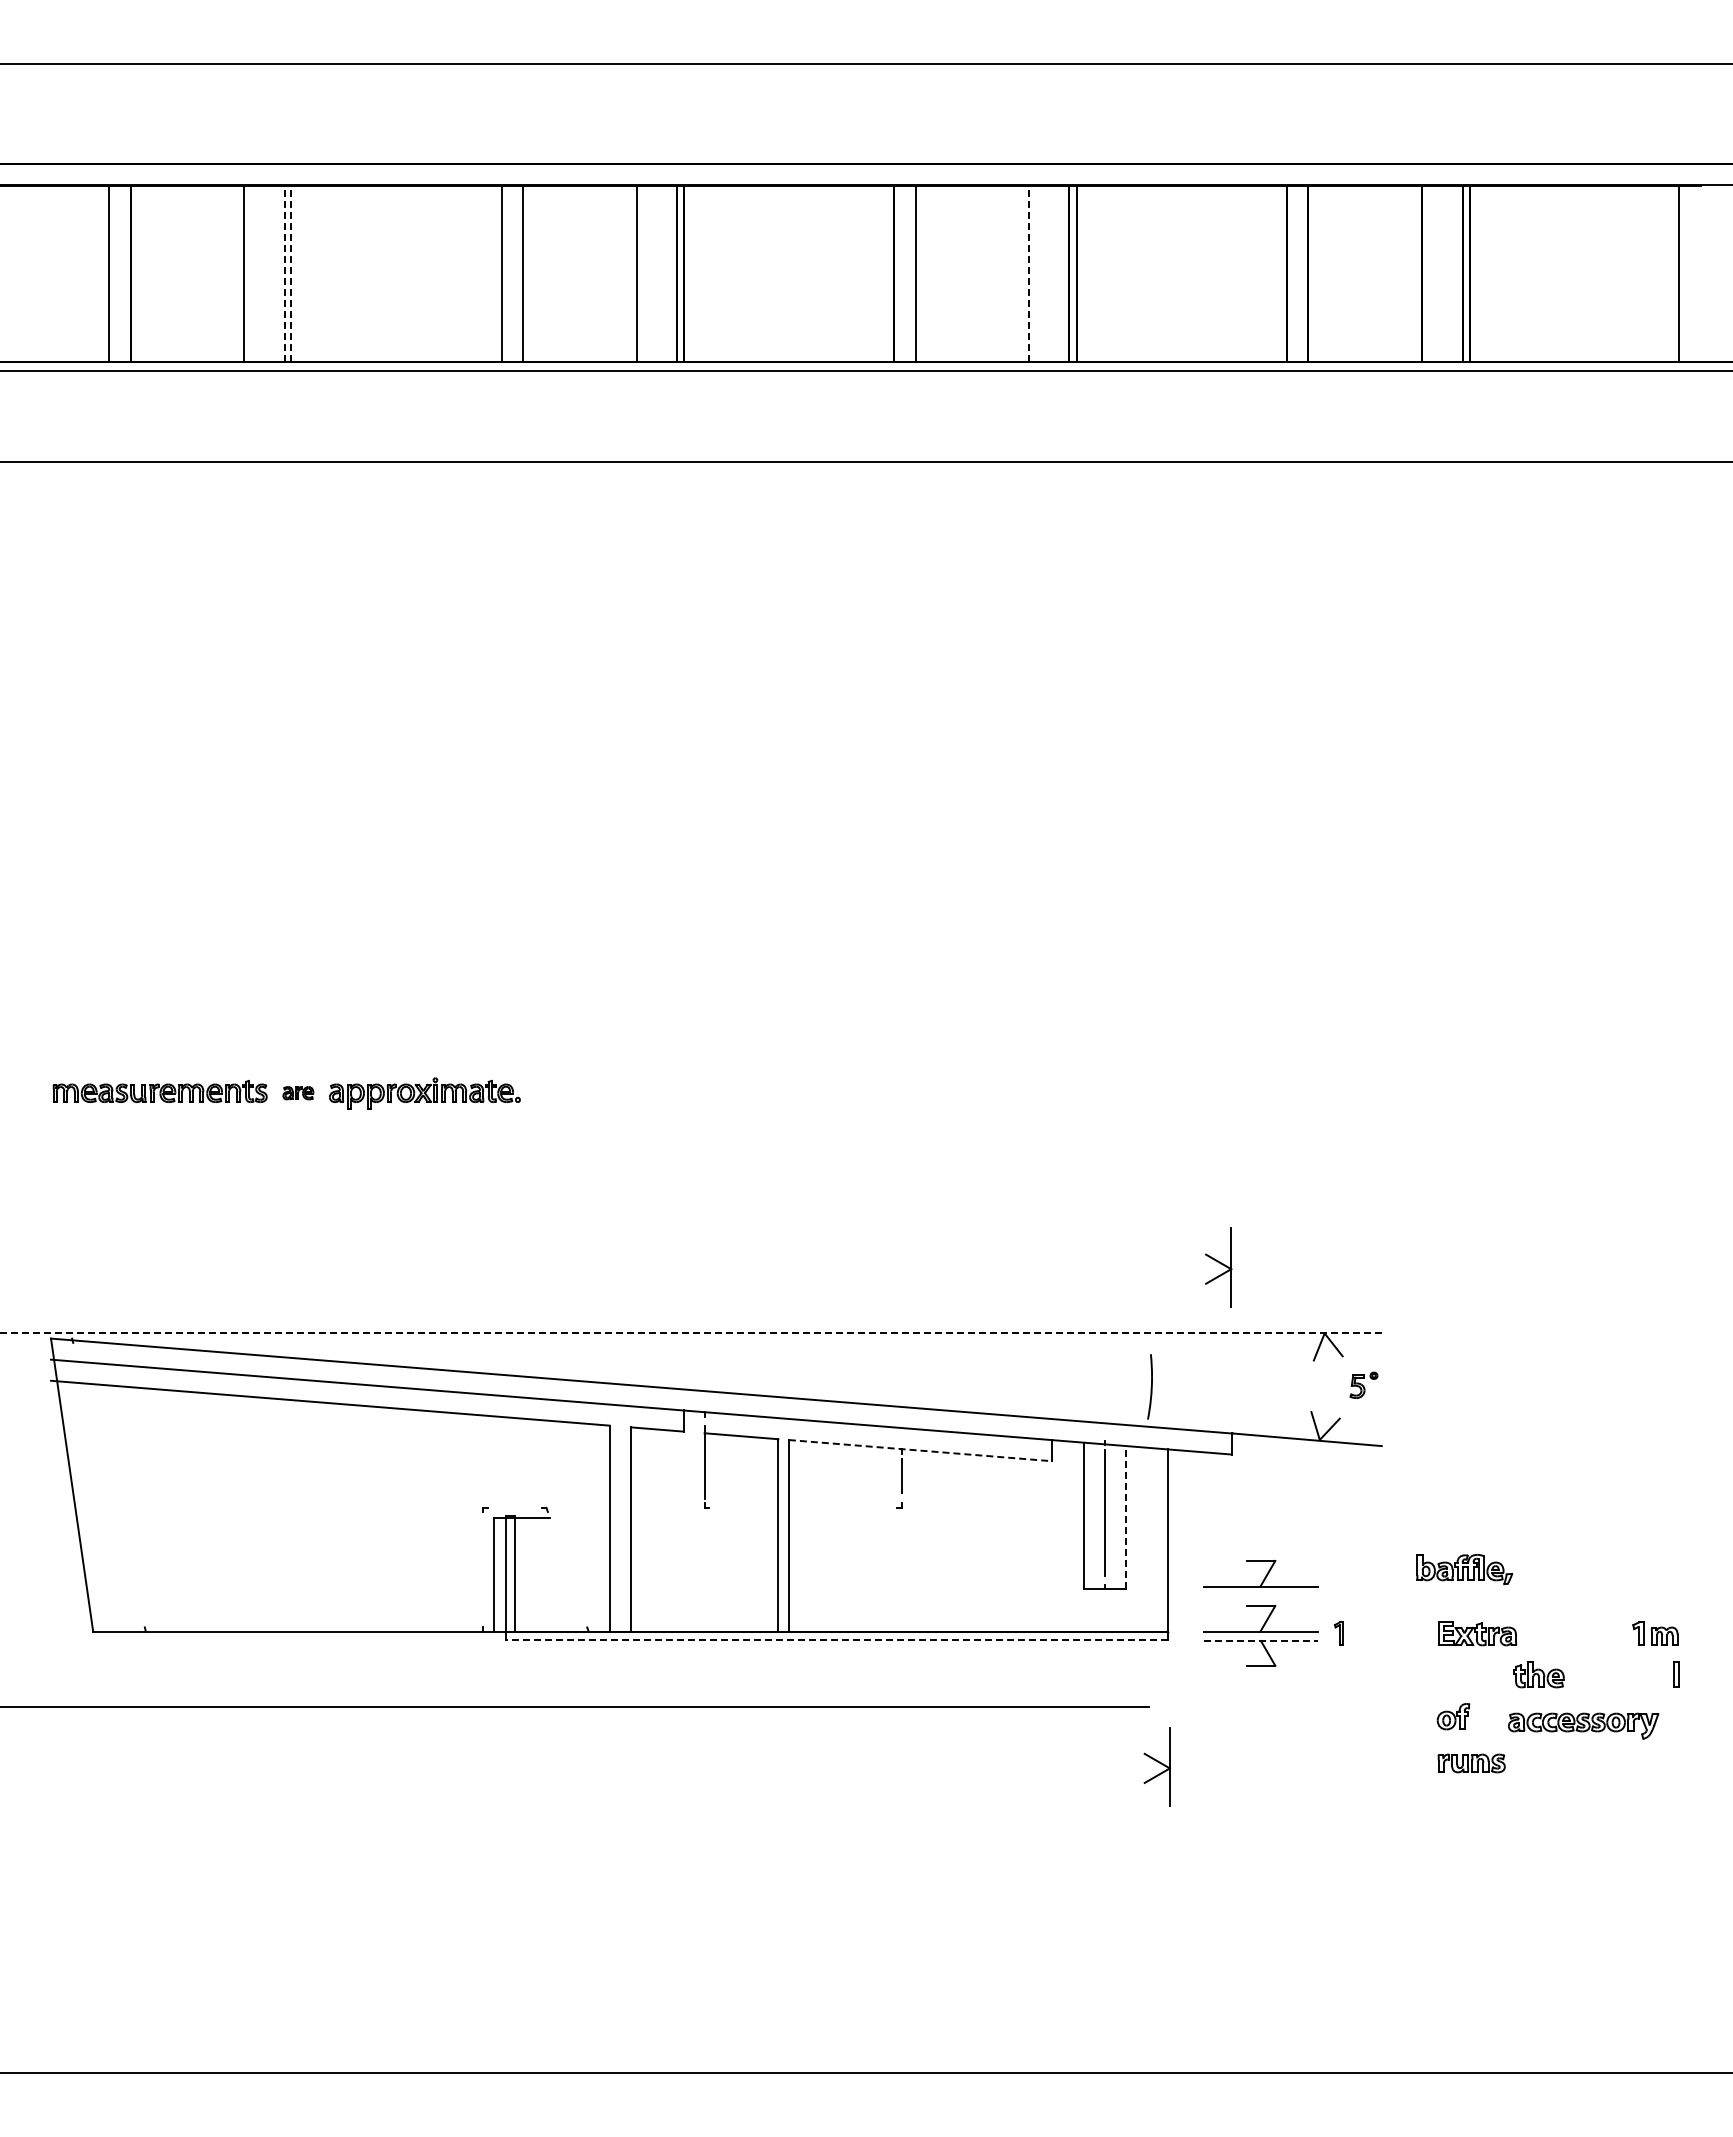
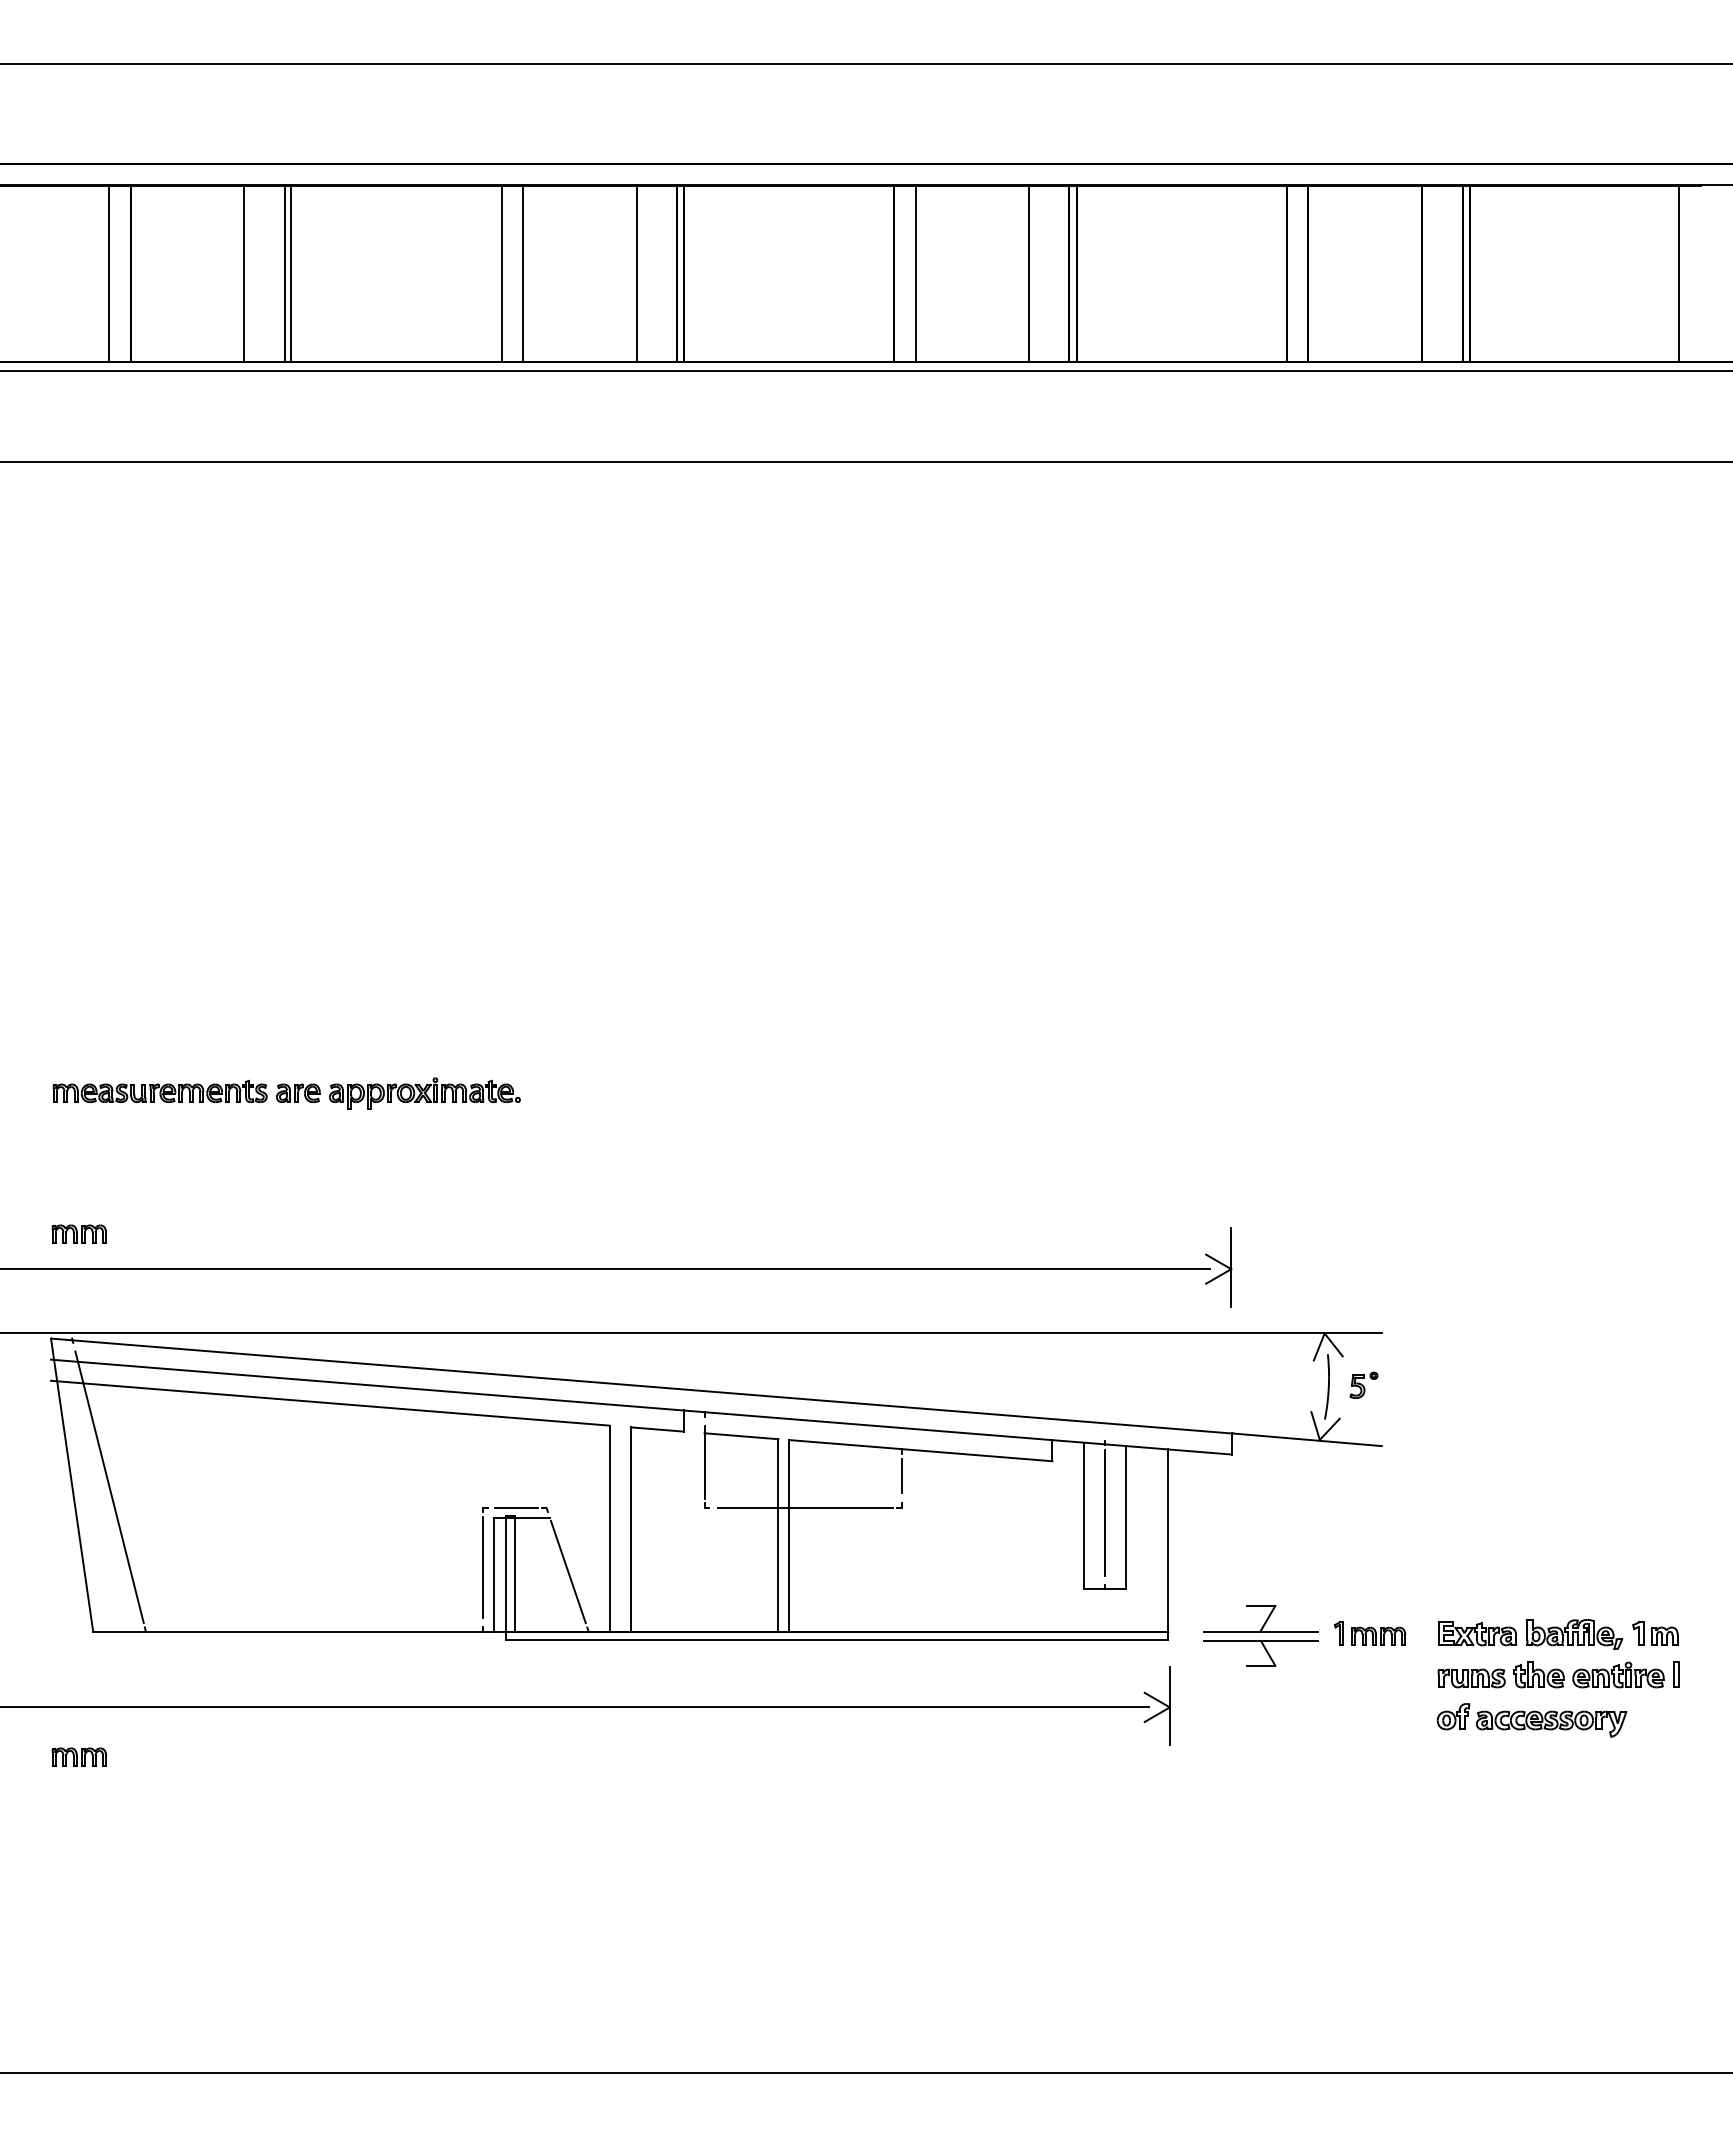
line at (284, 274): dashed -> solid
line at (290, 274): dashed -> solid
line at (1028, 274): dashed -> solid
part at (298, 1093) size: 33x15 px -> 45x20 px
part at (78, 1233): none -> present
line at (606, 1269): none -> present
line at (690, 1333): dashed -> solid
part at (1149, 1386) position: (1149, 1386) -> (1326, 1386)
line at (921, 1450): dashed -> solid
line at (109, 1487): none -> present
line at (516, 1507): none -> present
line at (804, 1507): none -> present
line at (1126, 1517): dashed -> solid
line at (483, 1567): none -> present
part at (1464, 1569) position: (1464, 1569) -> (1574, 1634)
line at (567, 1571): none -> present
part at (1260, 1573): present -> none
part at (1378, 1635): none -> present
line at (836, 1639): dashed -> solid
line at (1260, 1640): dashed -> solid
part at (1618, 1674): none -> present
part at (1583, 1725) position: (1583, 1725) -> (1551, 1723)
part at (78, 1756): none -> present
part at (1471, 1763) position: (1471, 1763) -> (1471, 1678)
part at (1157, 1766) position: (1157, 1766) -> (1157, 1705)
